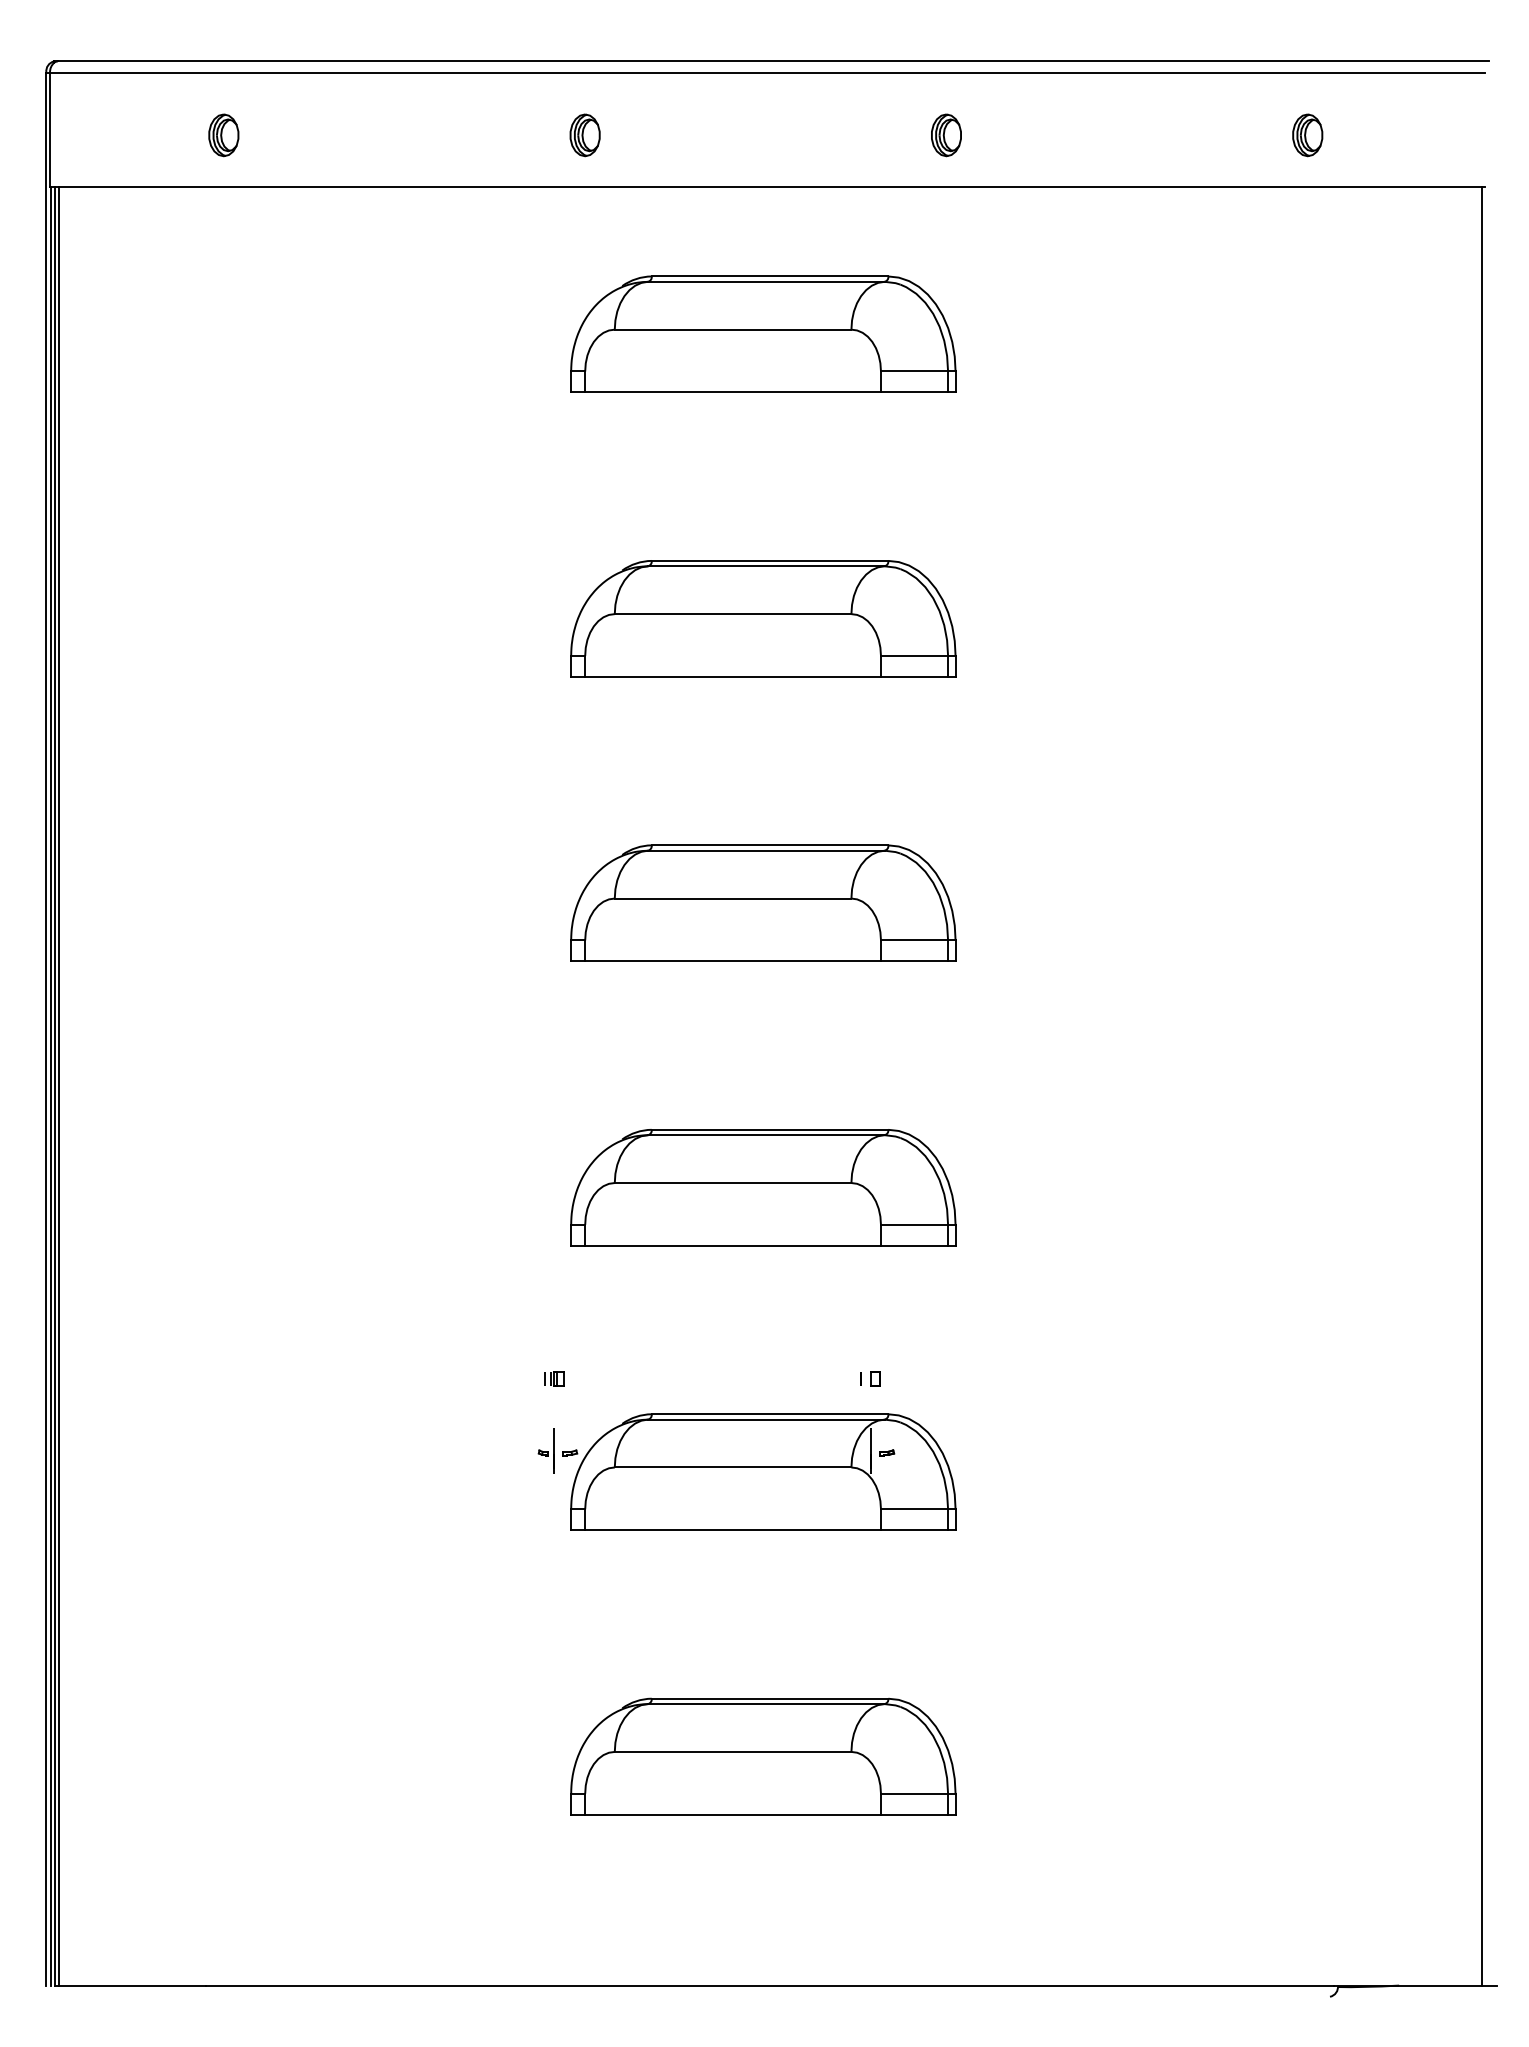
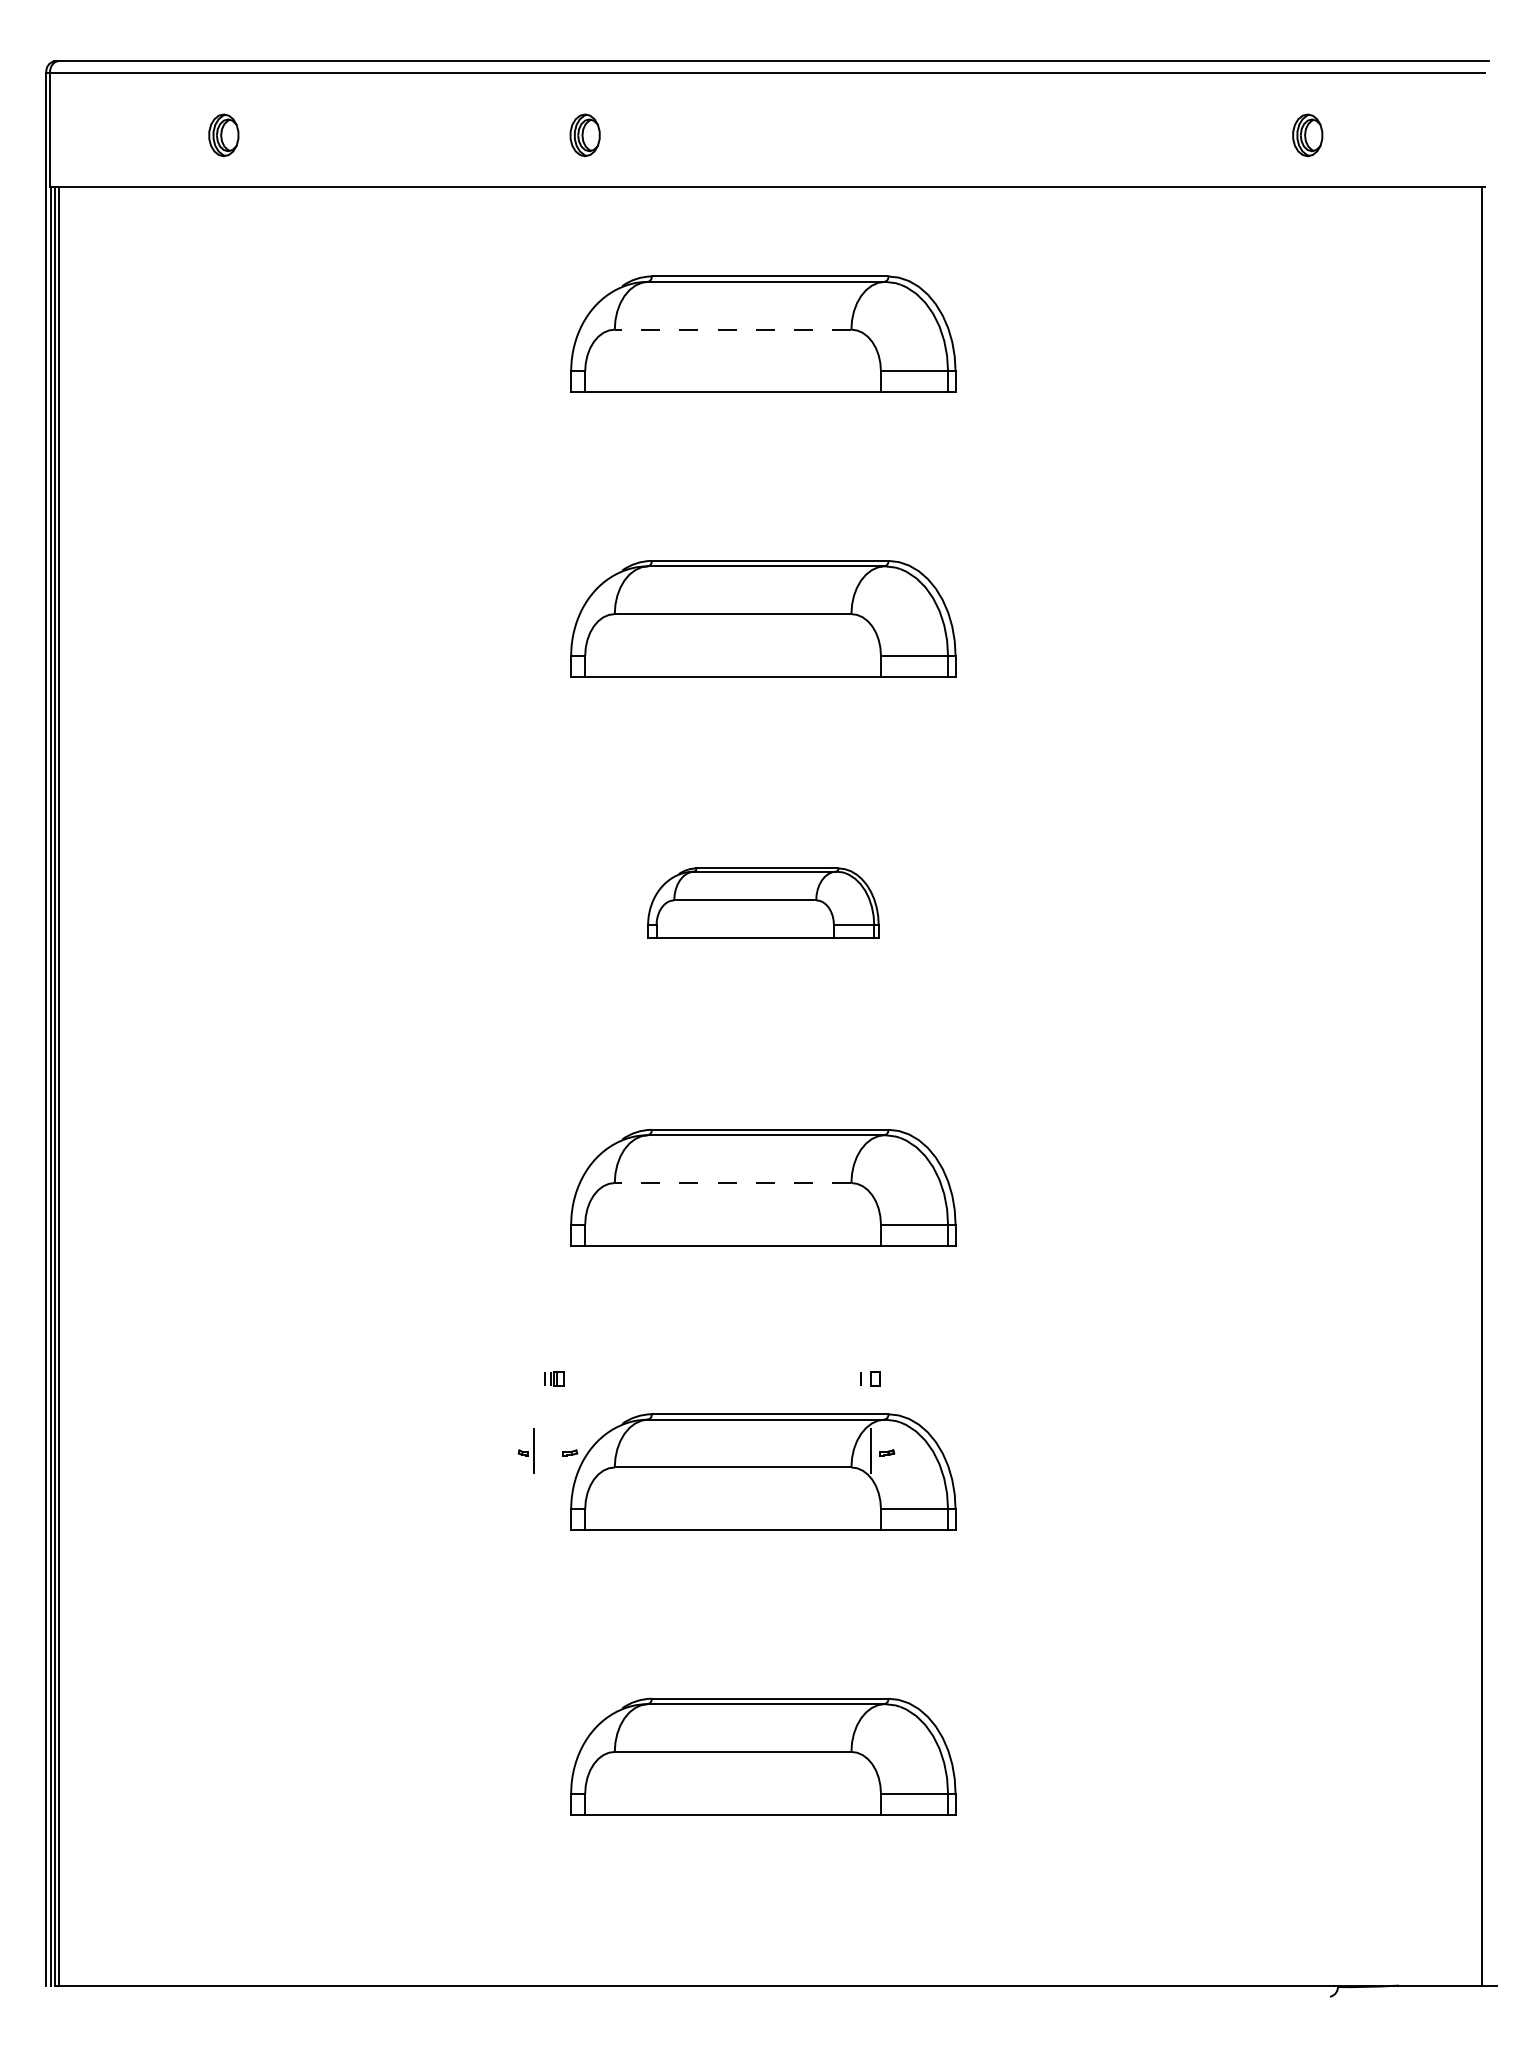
part at (946, 135): present -> none
line at (732, 329): solid -> dashed
part at (763, 902) size: 387x118 px -> 233x72 px
line at (732, 1183): solid -> dashed
part at (545, 1450) position: (545, 1450) -> (525, 1450)
